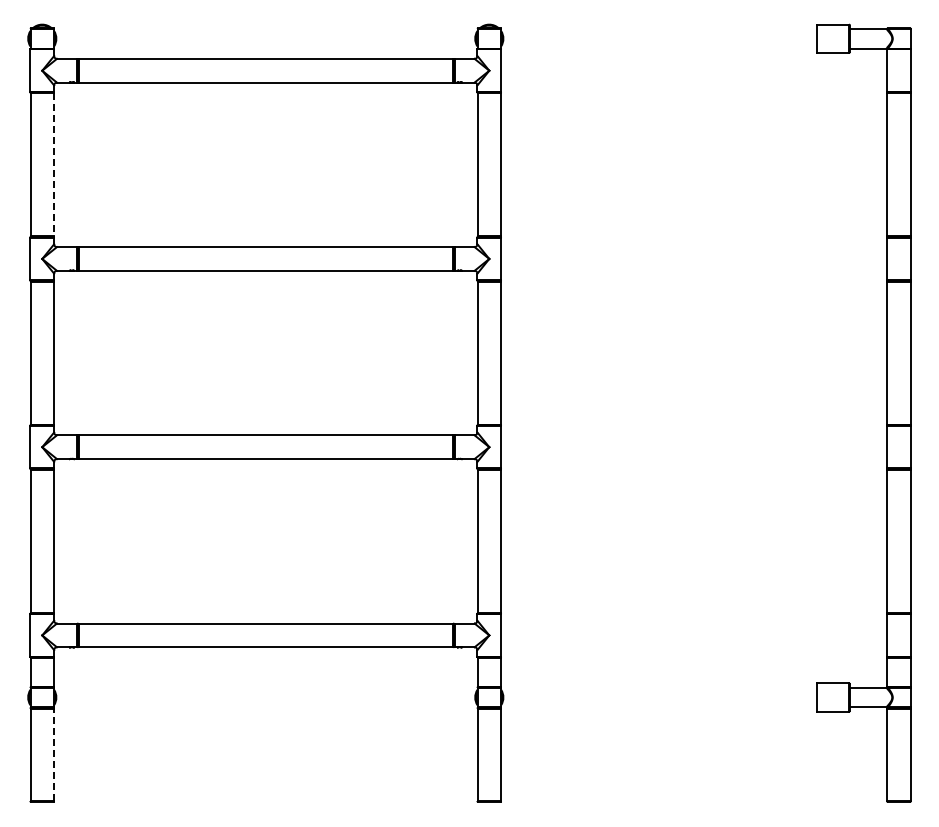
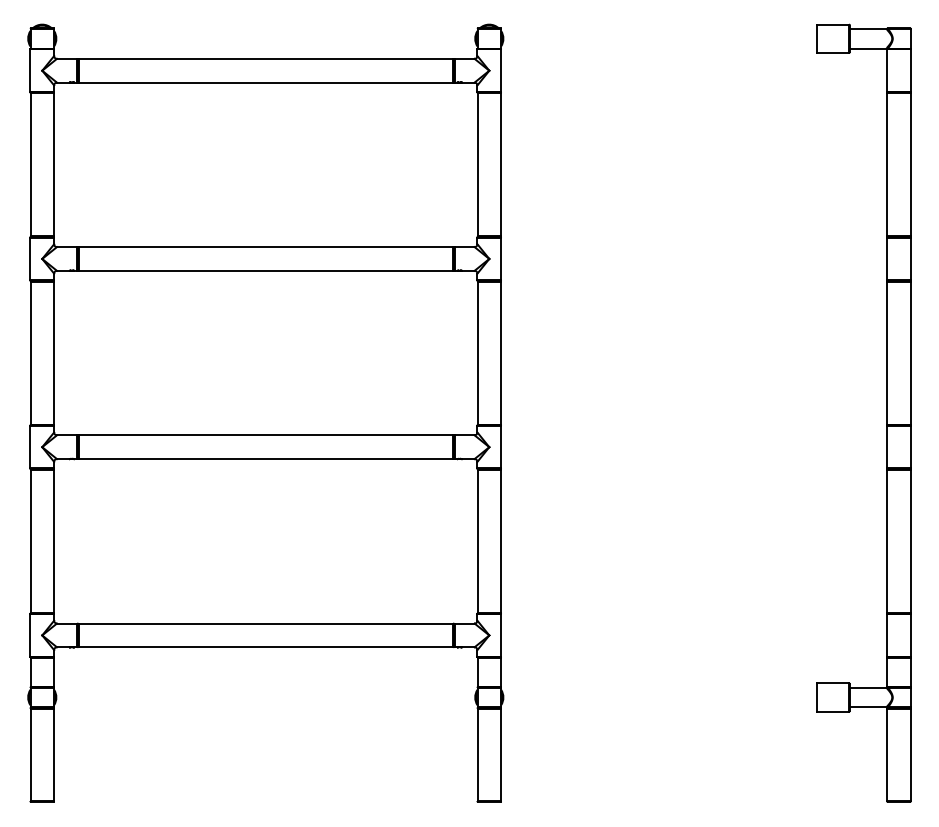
line at (54, 165): dashed -> solid
line at (54, 754): dashed -> solid
